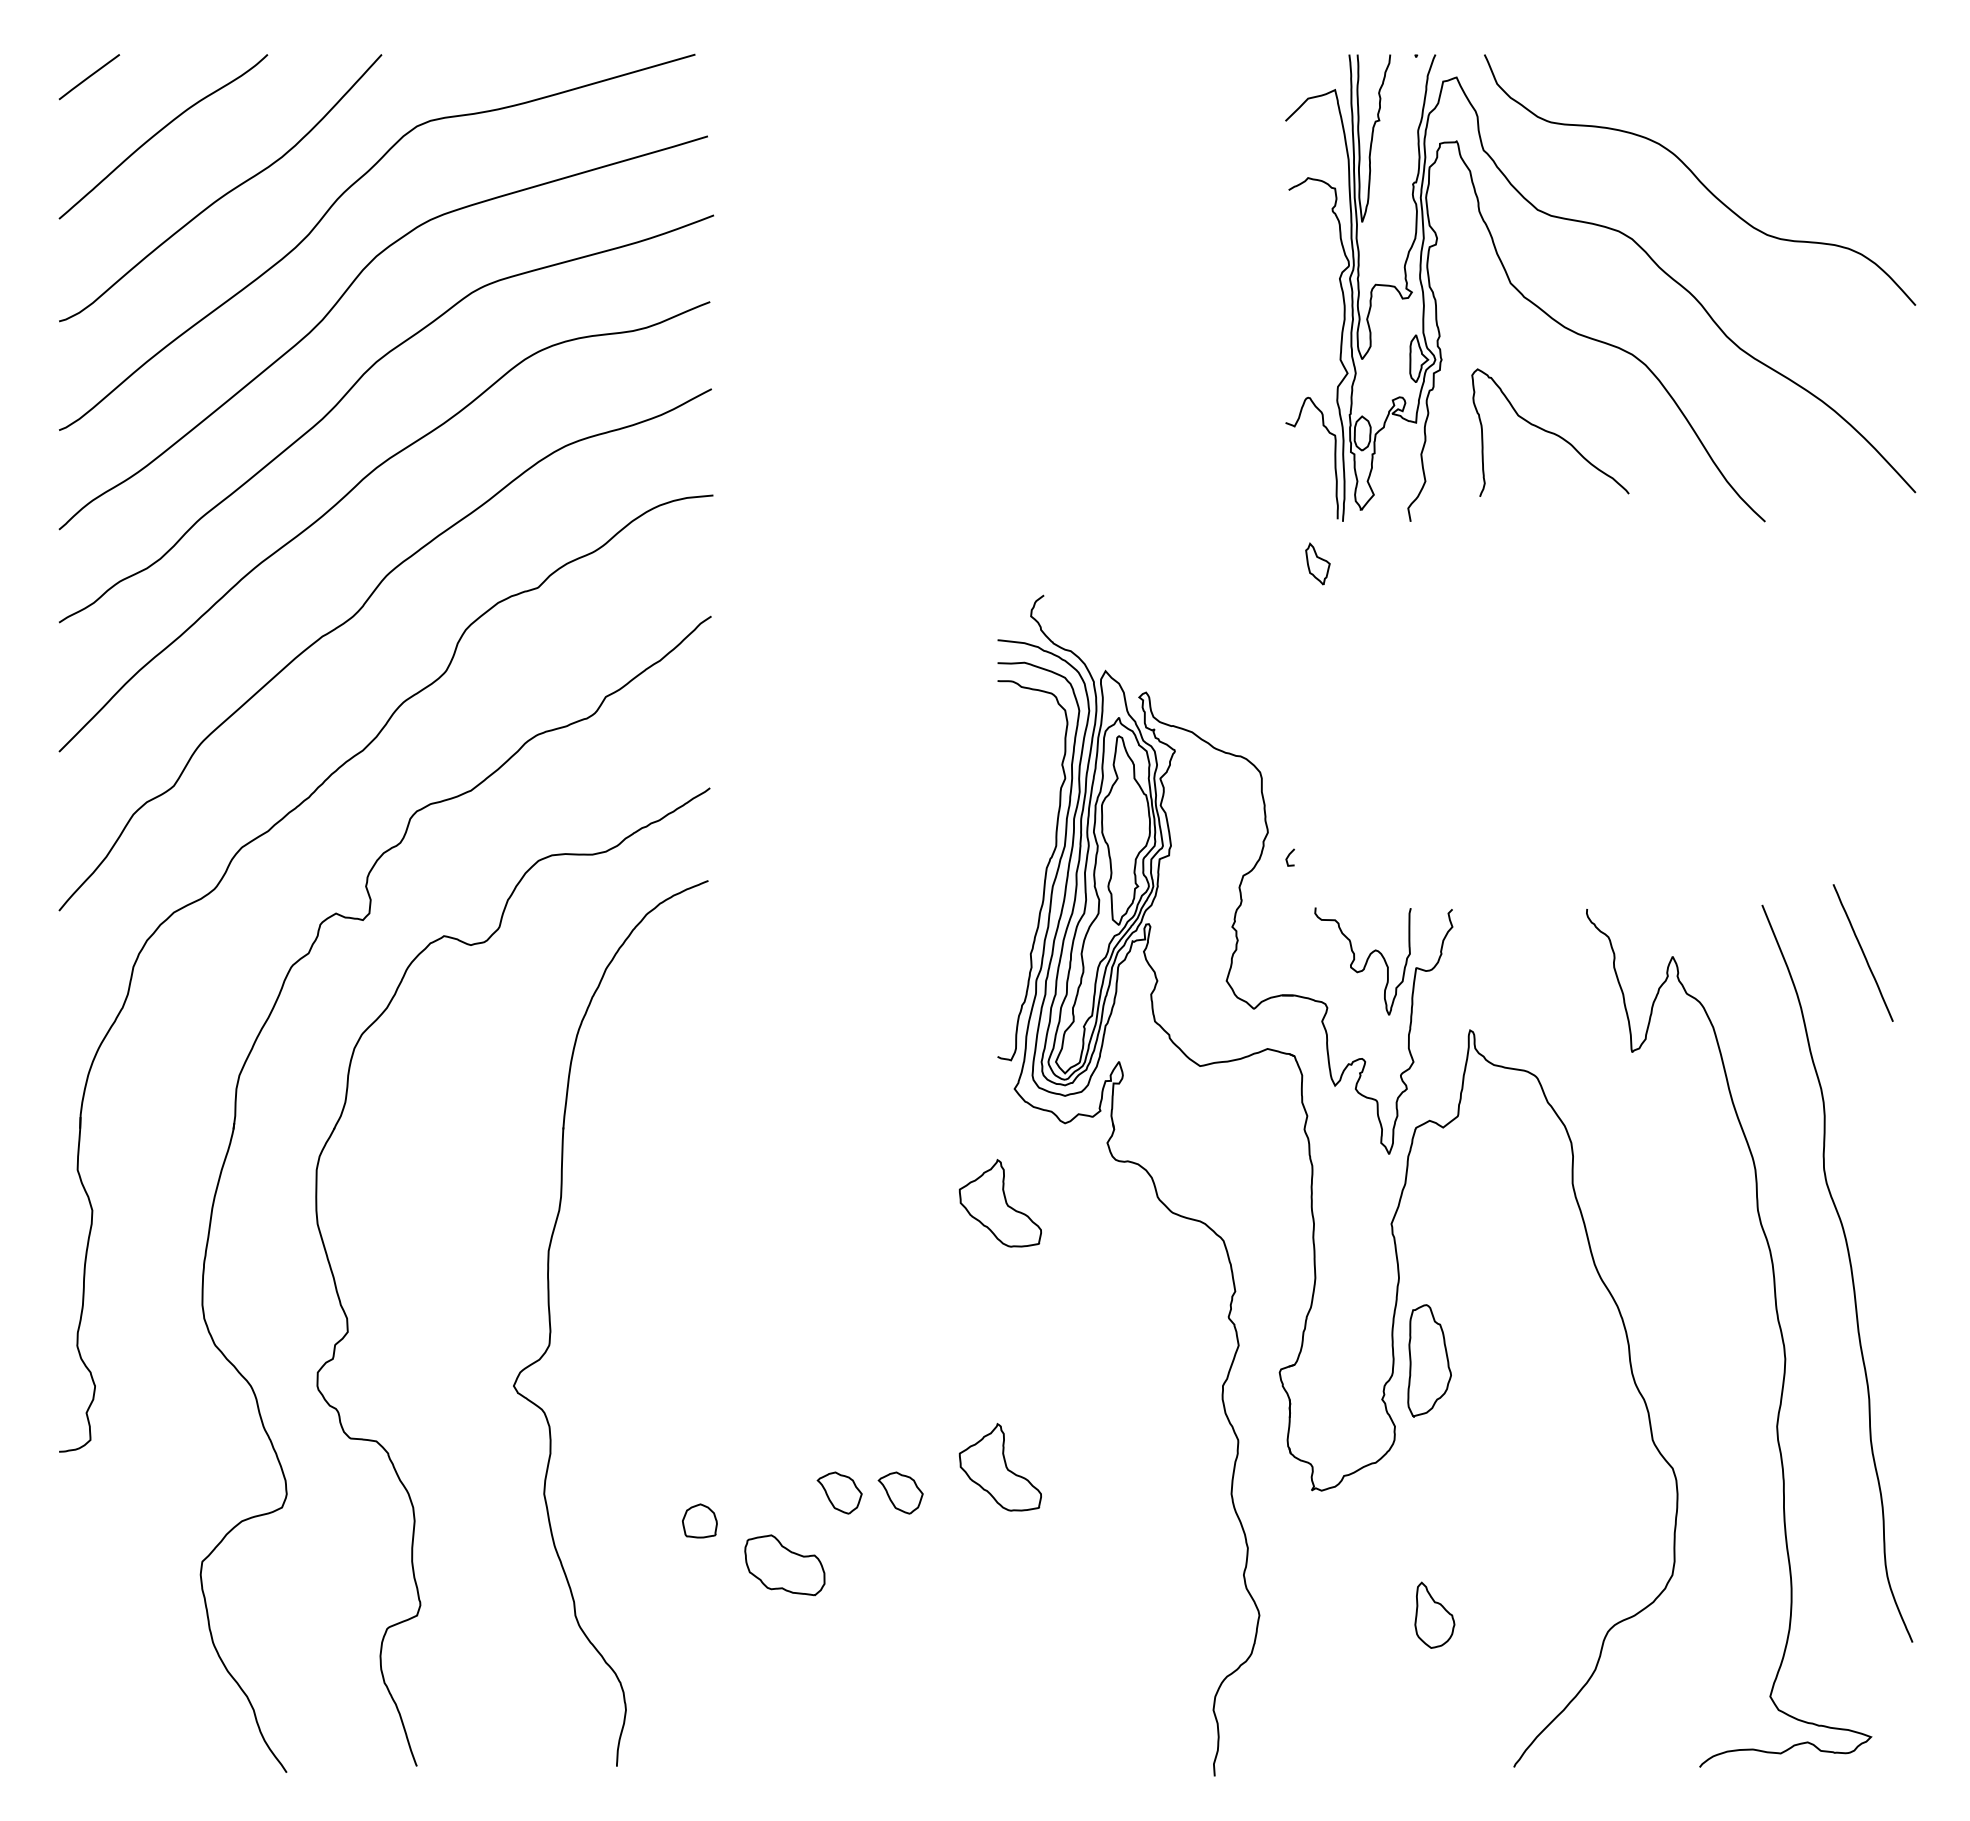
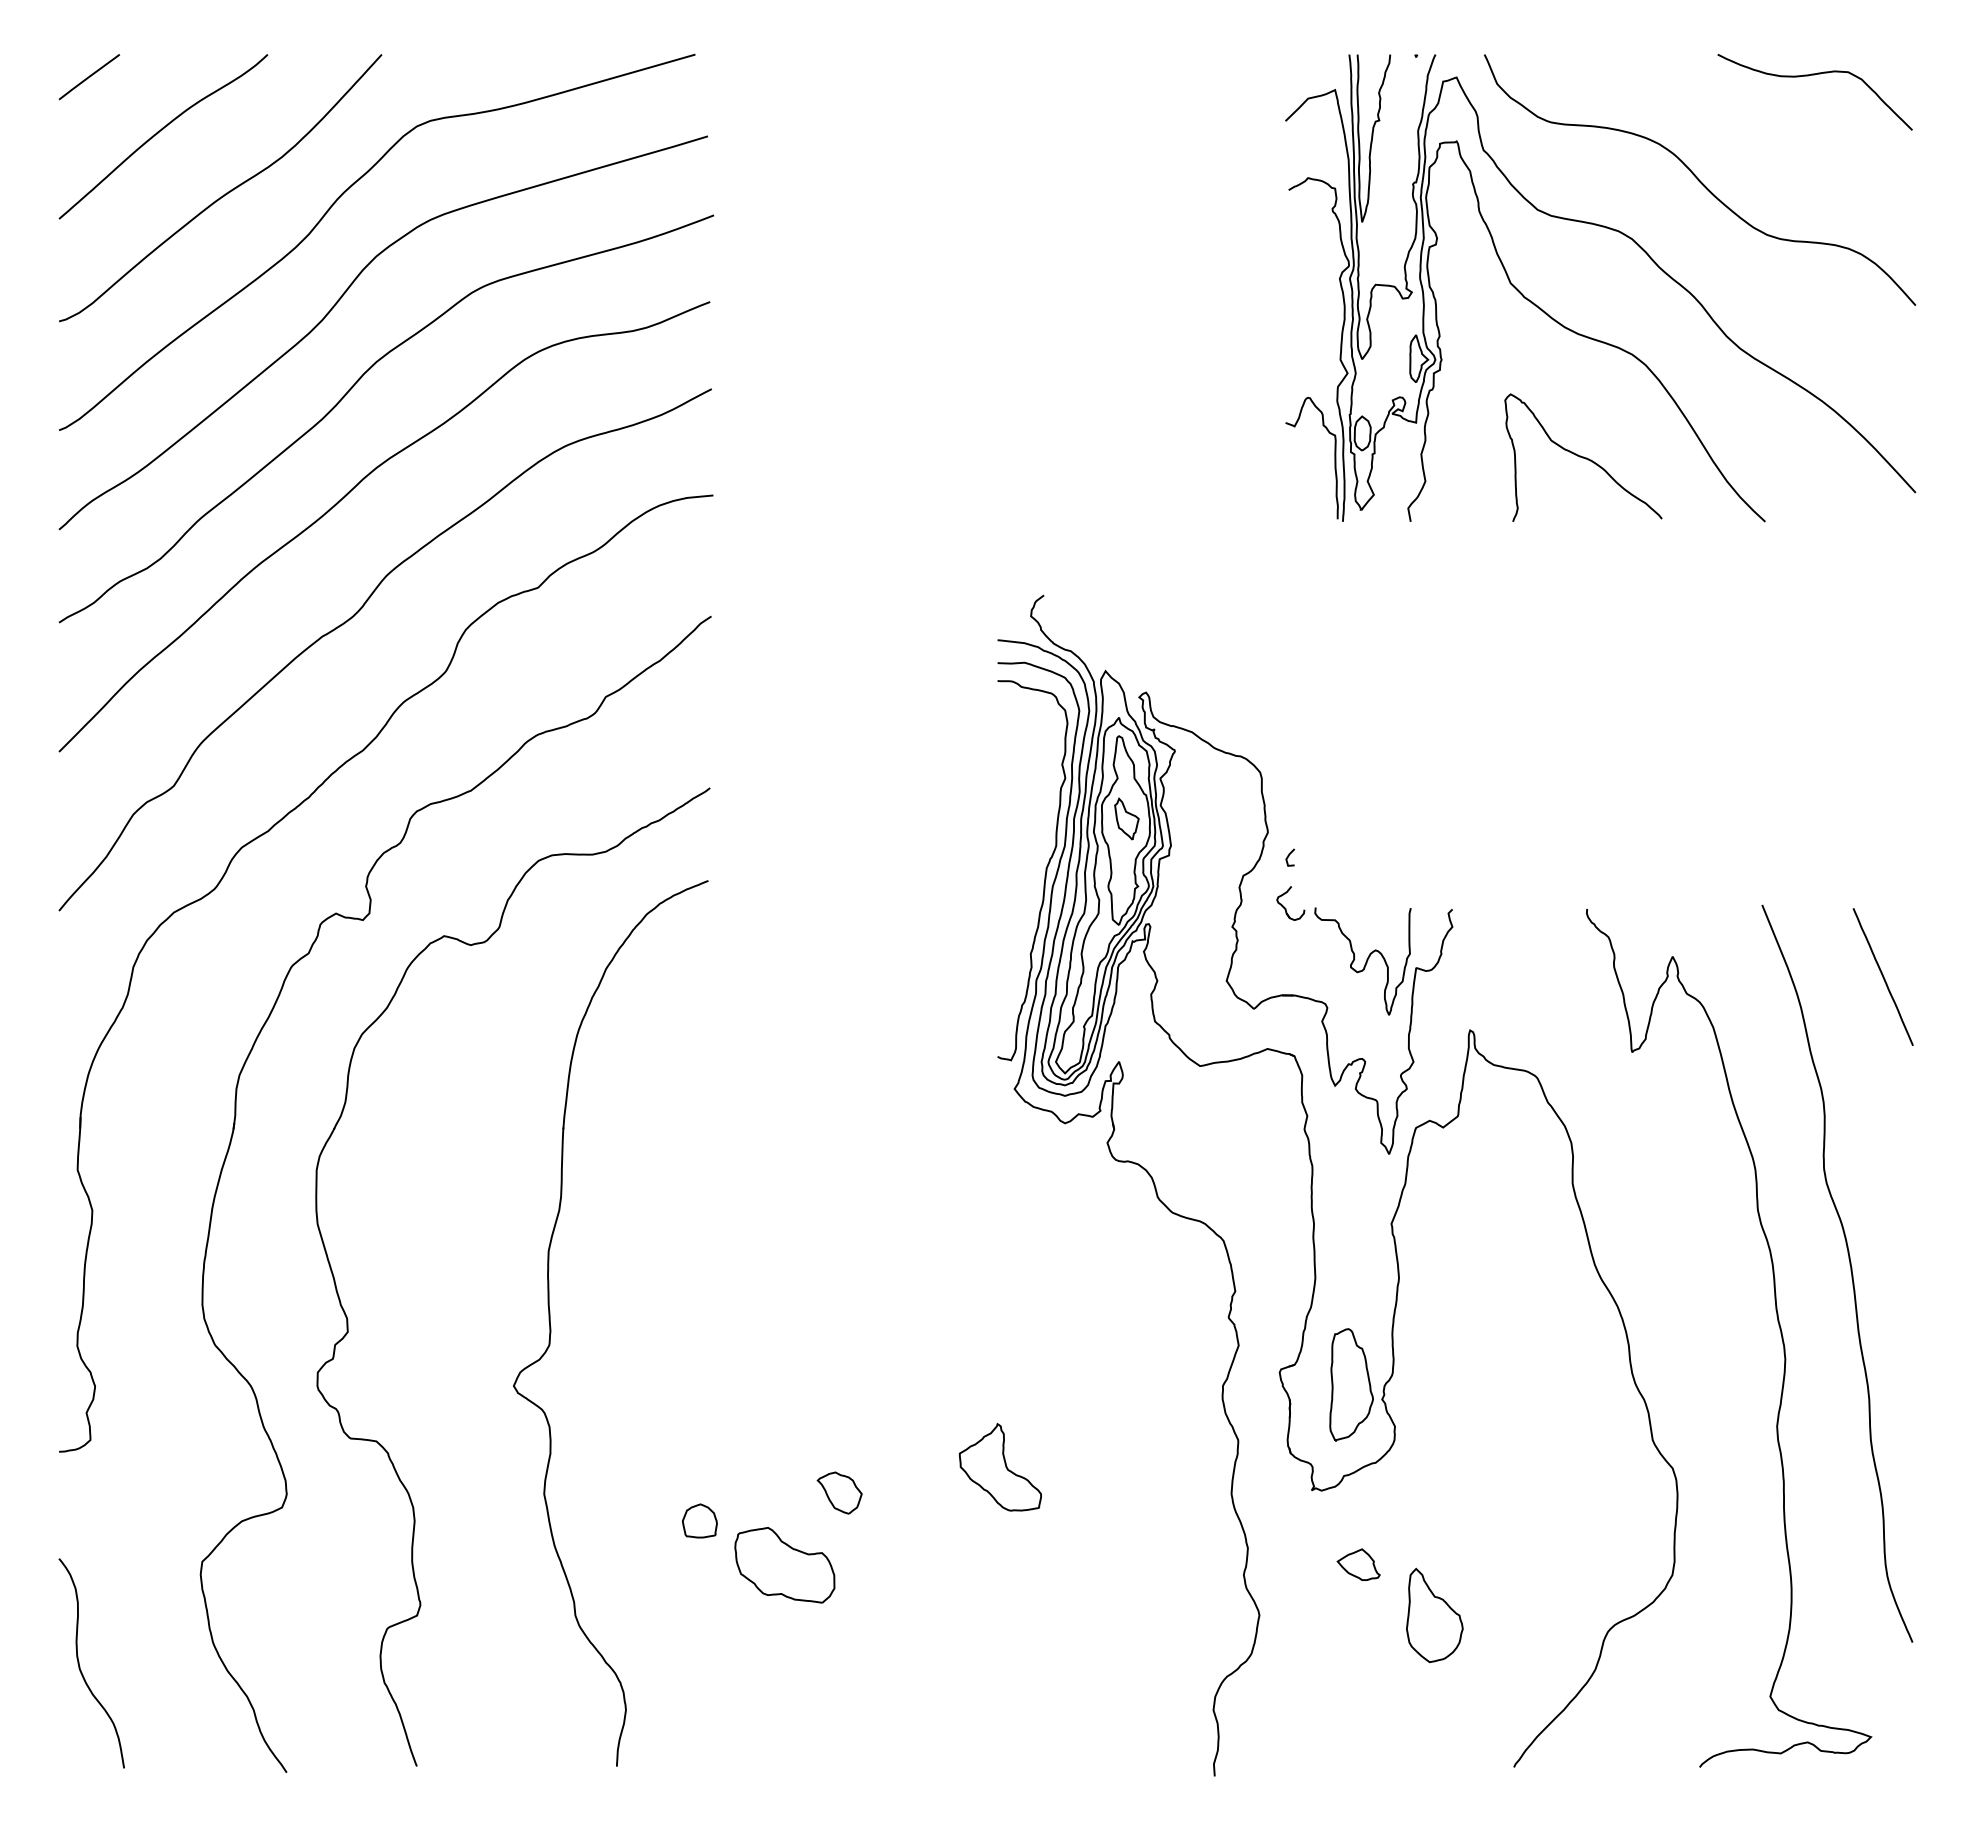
curve at (1814, 75): none -> present
curve at (1550, 432) position: (1550, 432) -> (1583, 457)
part at (1317, 563) position: (1317, 563) -> (1126, 818)
part at (1285, 907): none -> present
line at (1862, 952) position: (1862, 952) -> (1882, 976)
part at (999, 1203): present -> none
part at (1429, 1360) position: (1429, 1360) -> (1351, 1384)
part at (900, 1492): present -> none
part at (1358, 1564): none -> present
part at (784, 1565) size: 82x63 px -> 102x77 px
part at (1434, 1614) size: 42x68 px -> 58x96 px
curve at (80, 1666): none -> present
